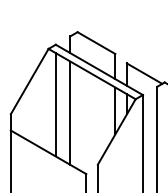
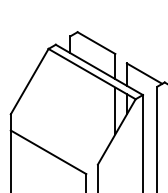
line at (55, 104): present -> none
line at (70, 112): present -> none
